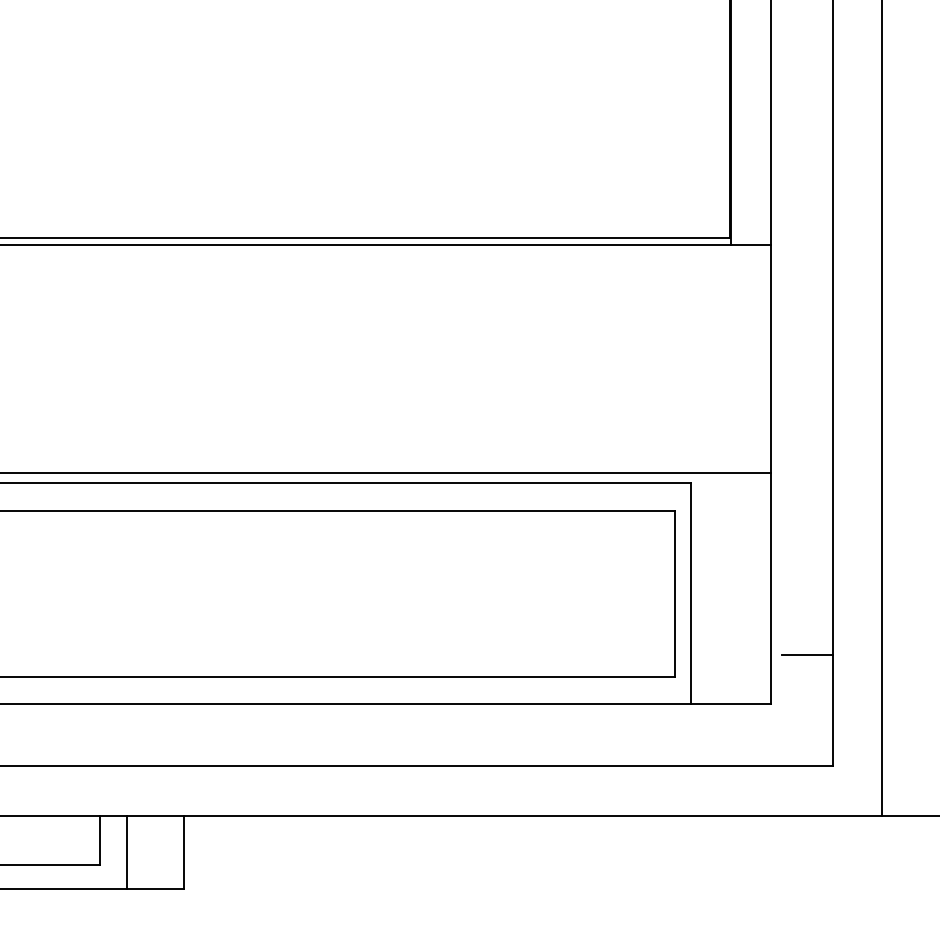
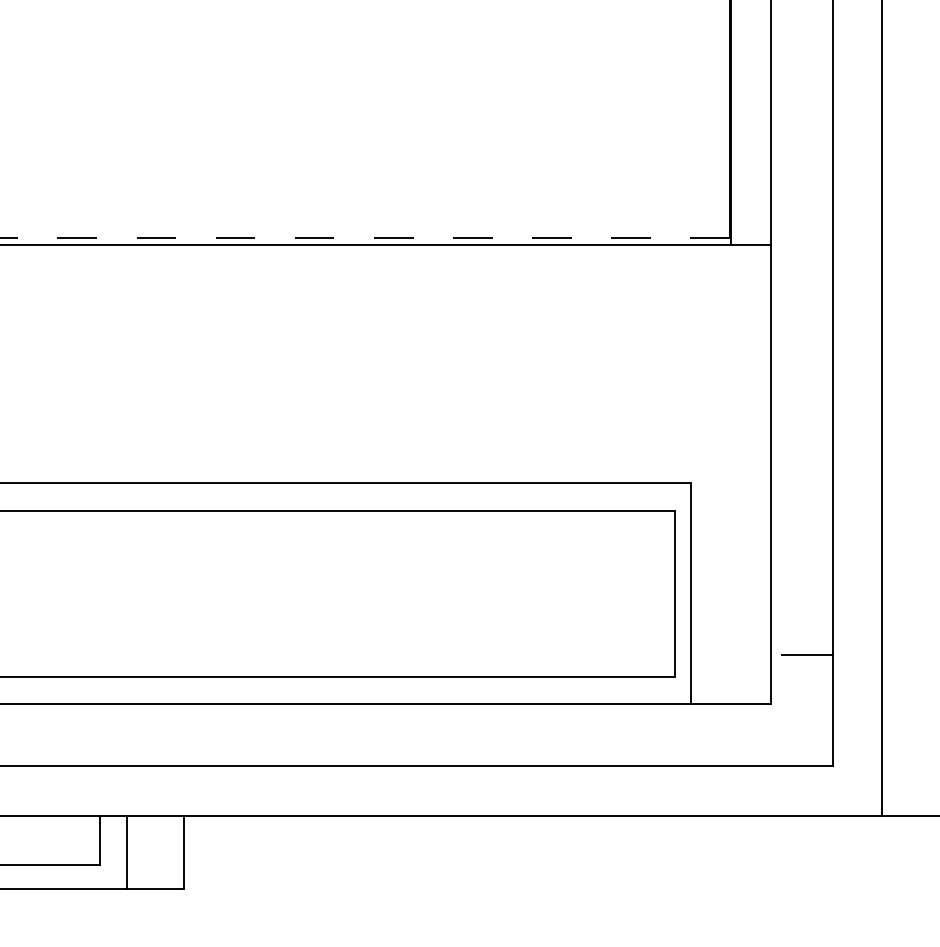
line at (365, 237): solid -> dashed
line at (386, 472): present -> none
